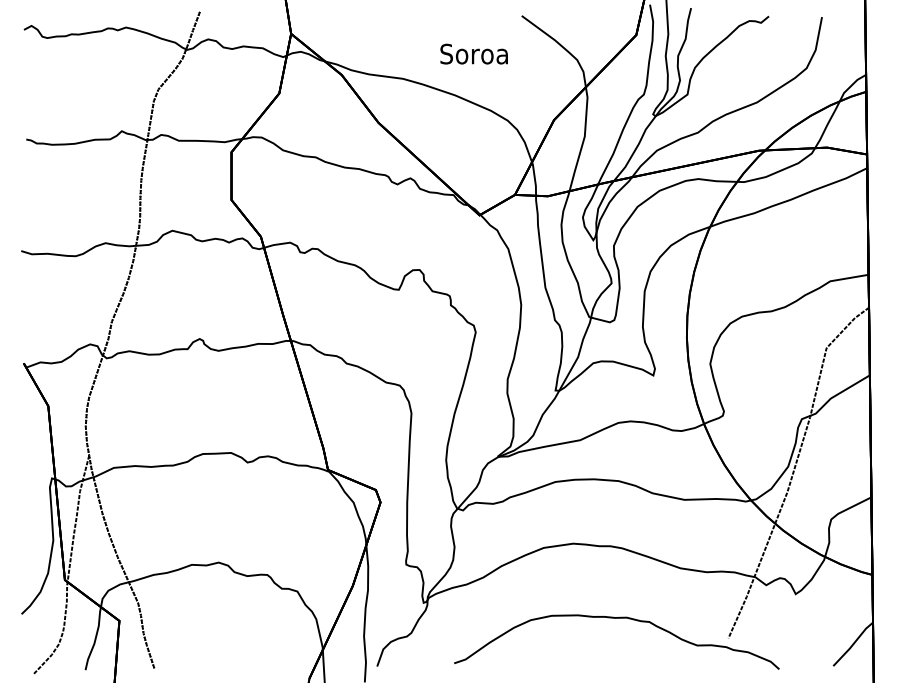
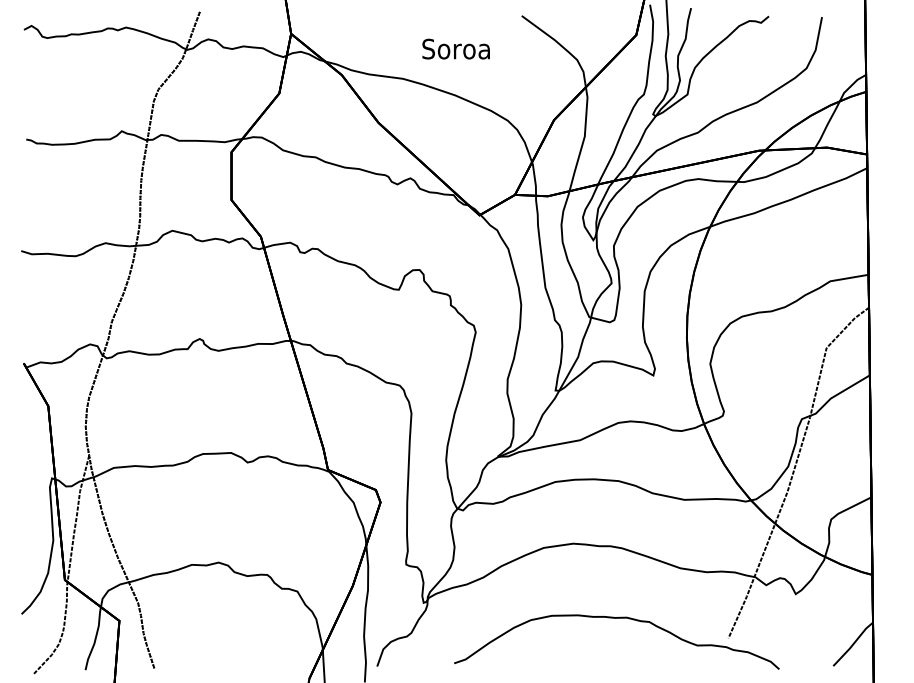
text at (473, 53) position: (473, 53) -> (455, 48)
